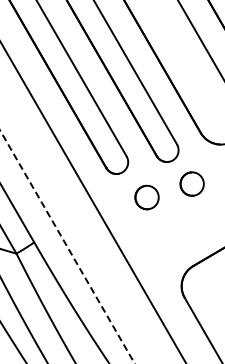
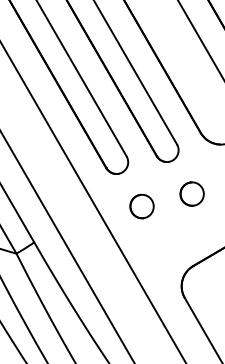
part at (191, 183) position: (191, 183) -> (191, 193)
part at (146, 197) position: (146, 197) -> (141, 206)
line at (67, 246): dashed -> solid
